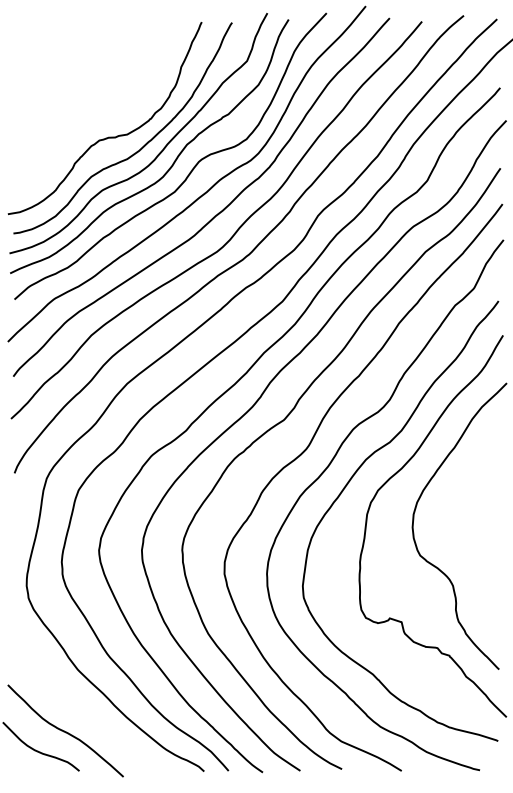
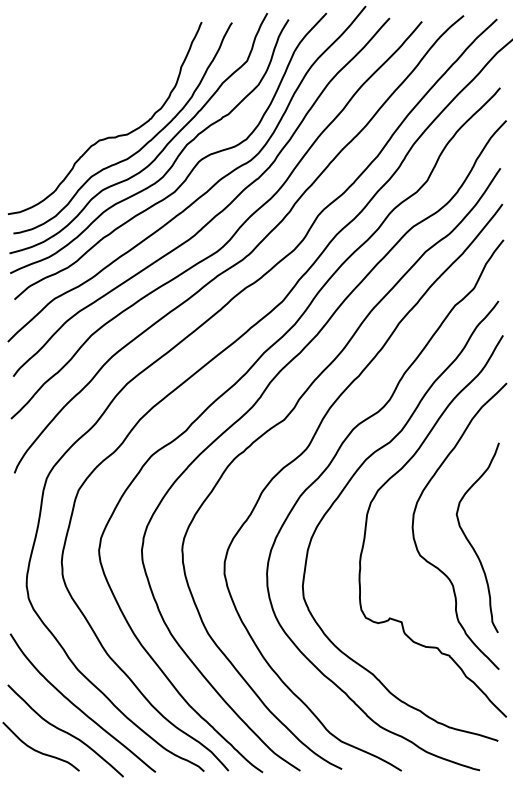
curve at (471, 543): none -> present
curve at (80, 708): none -> present
